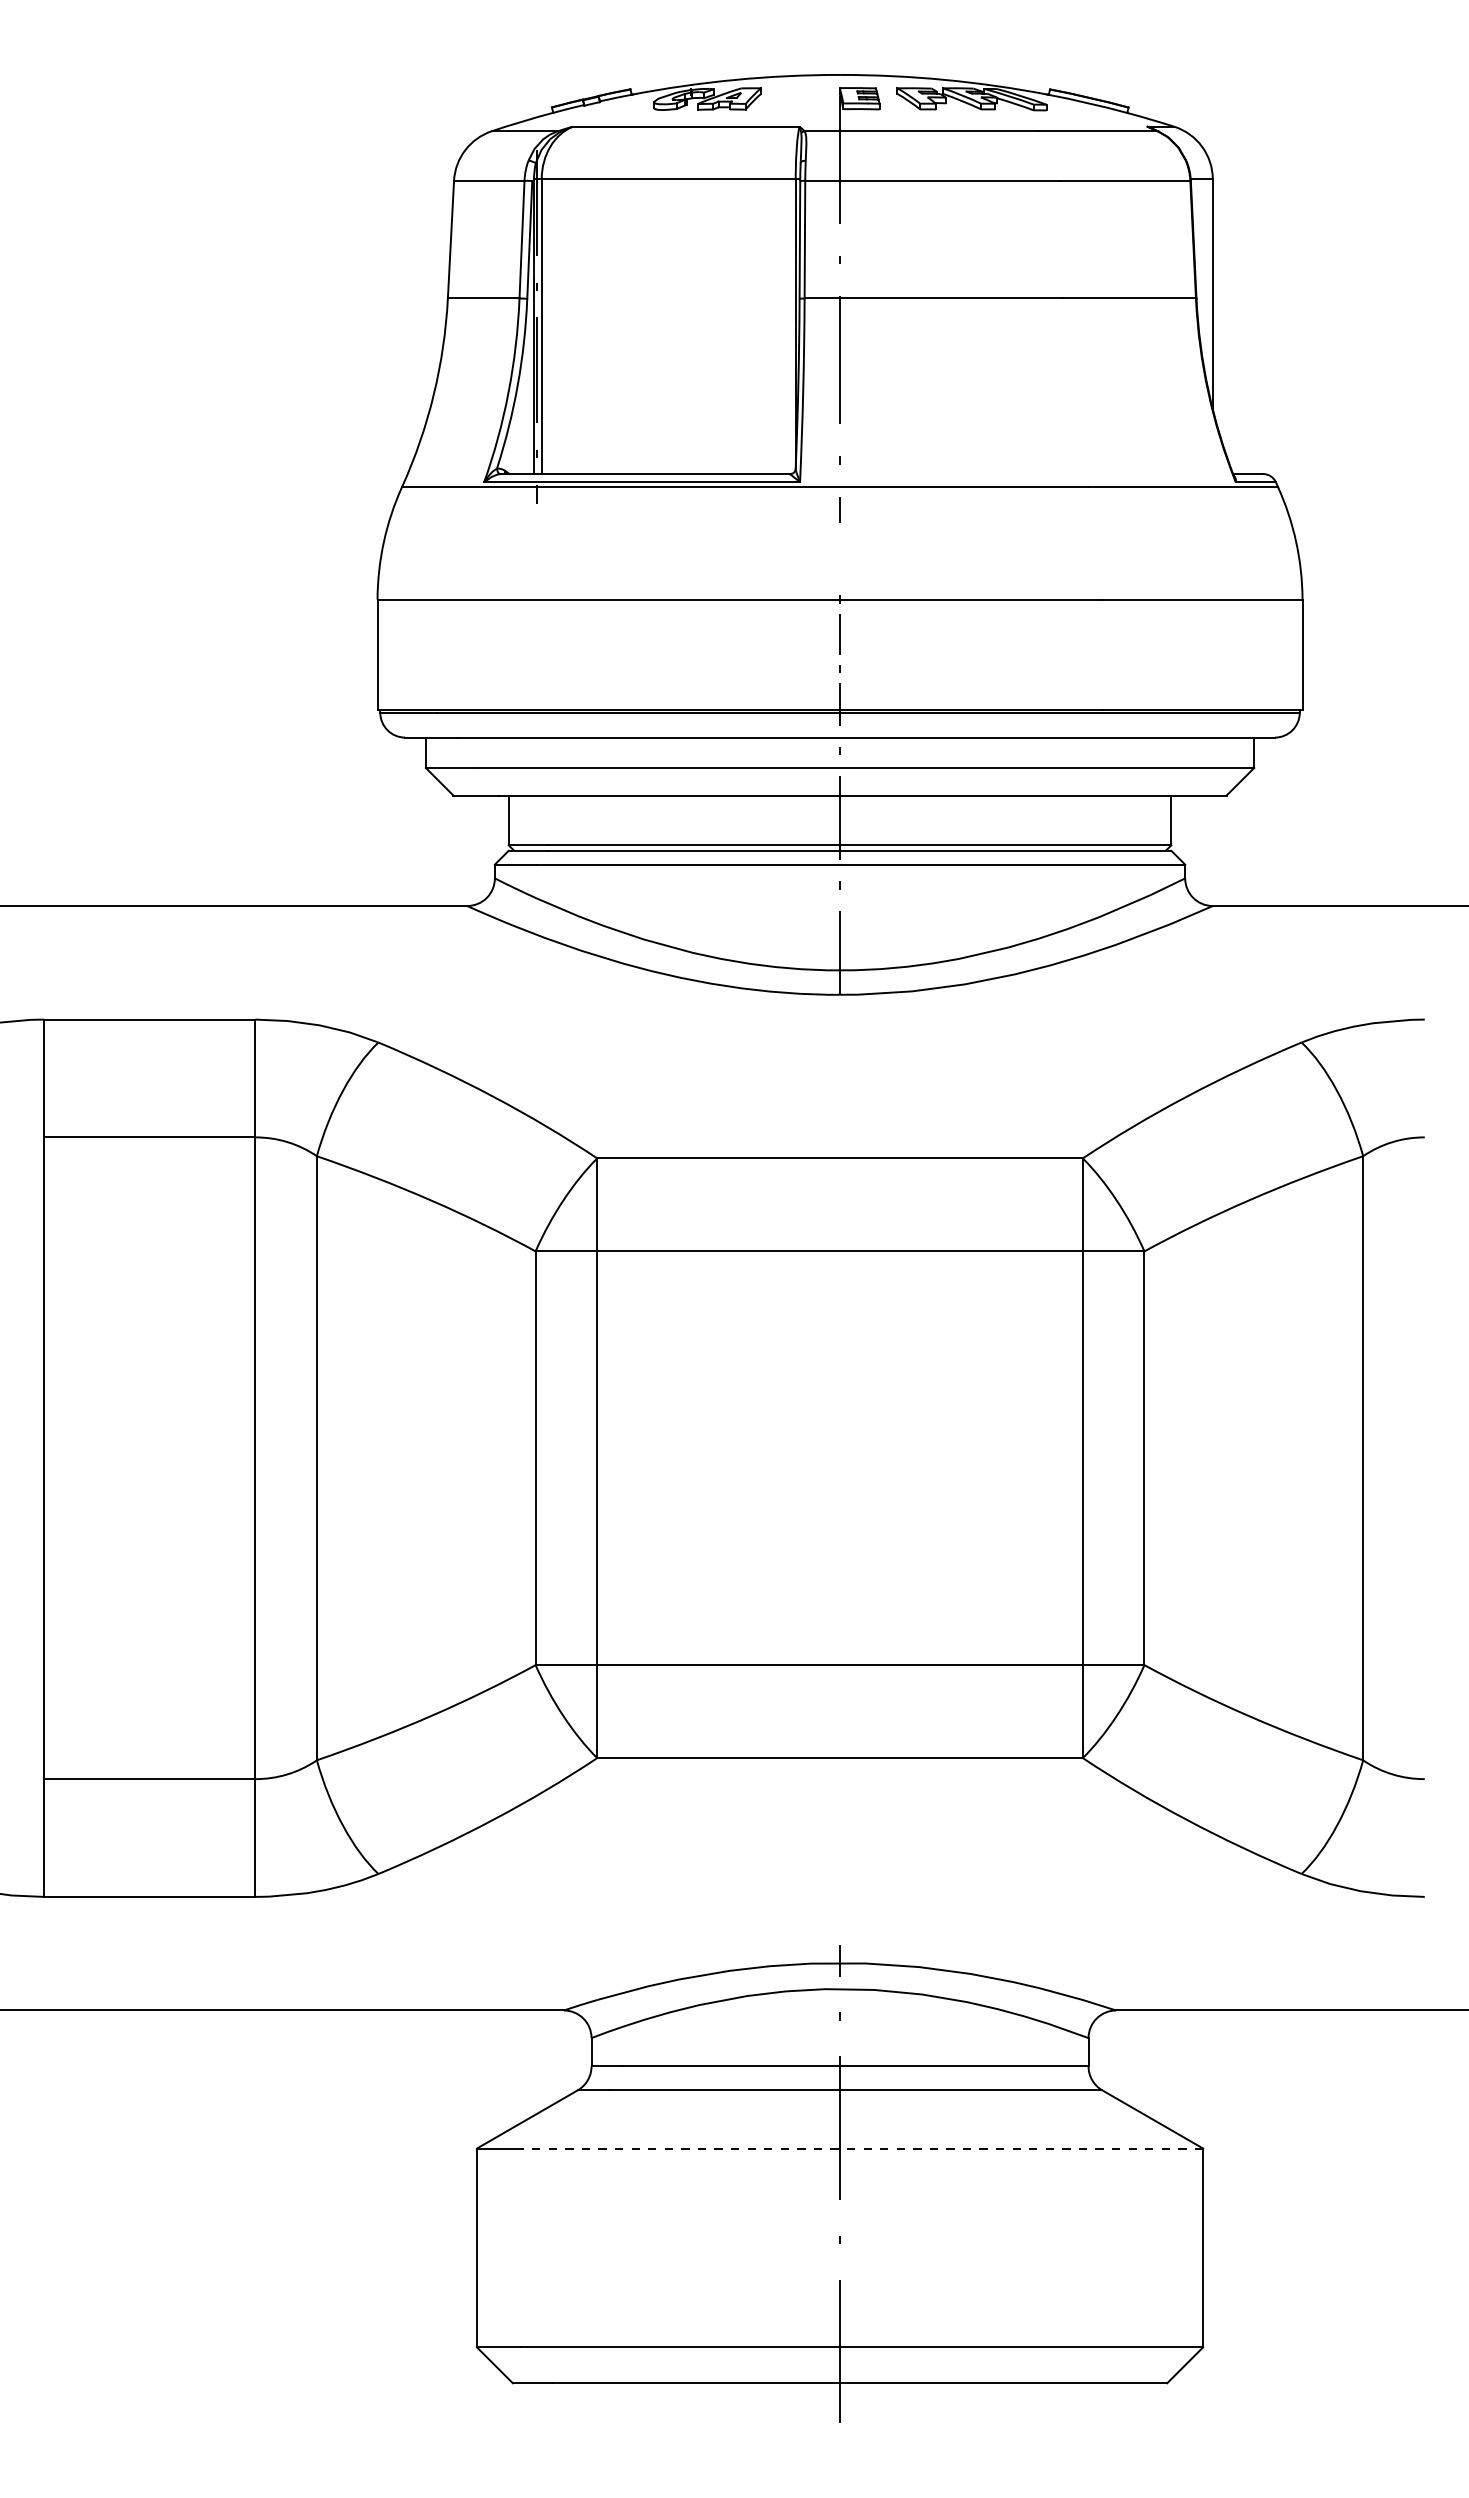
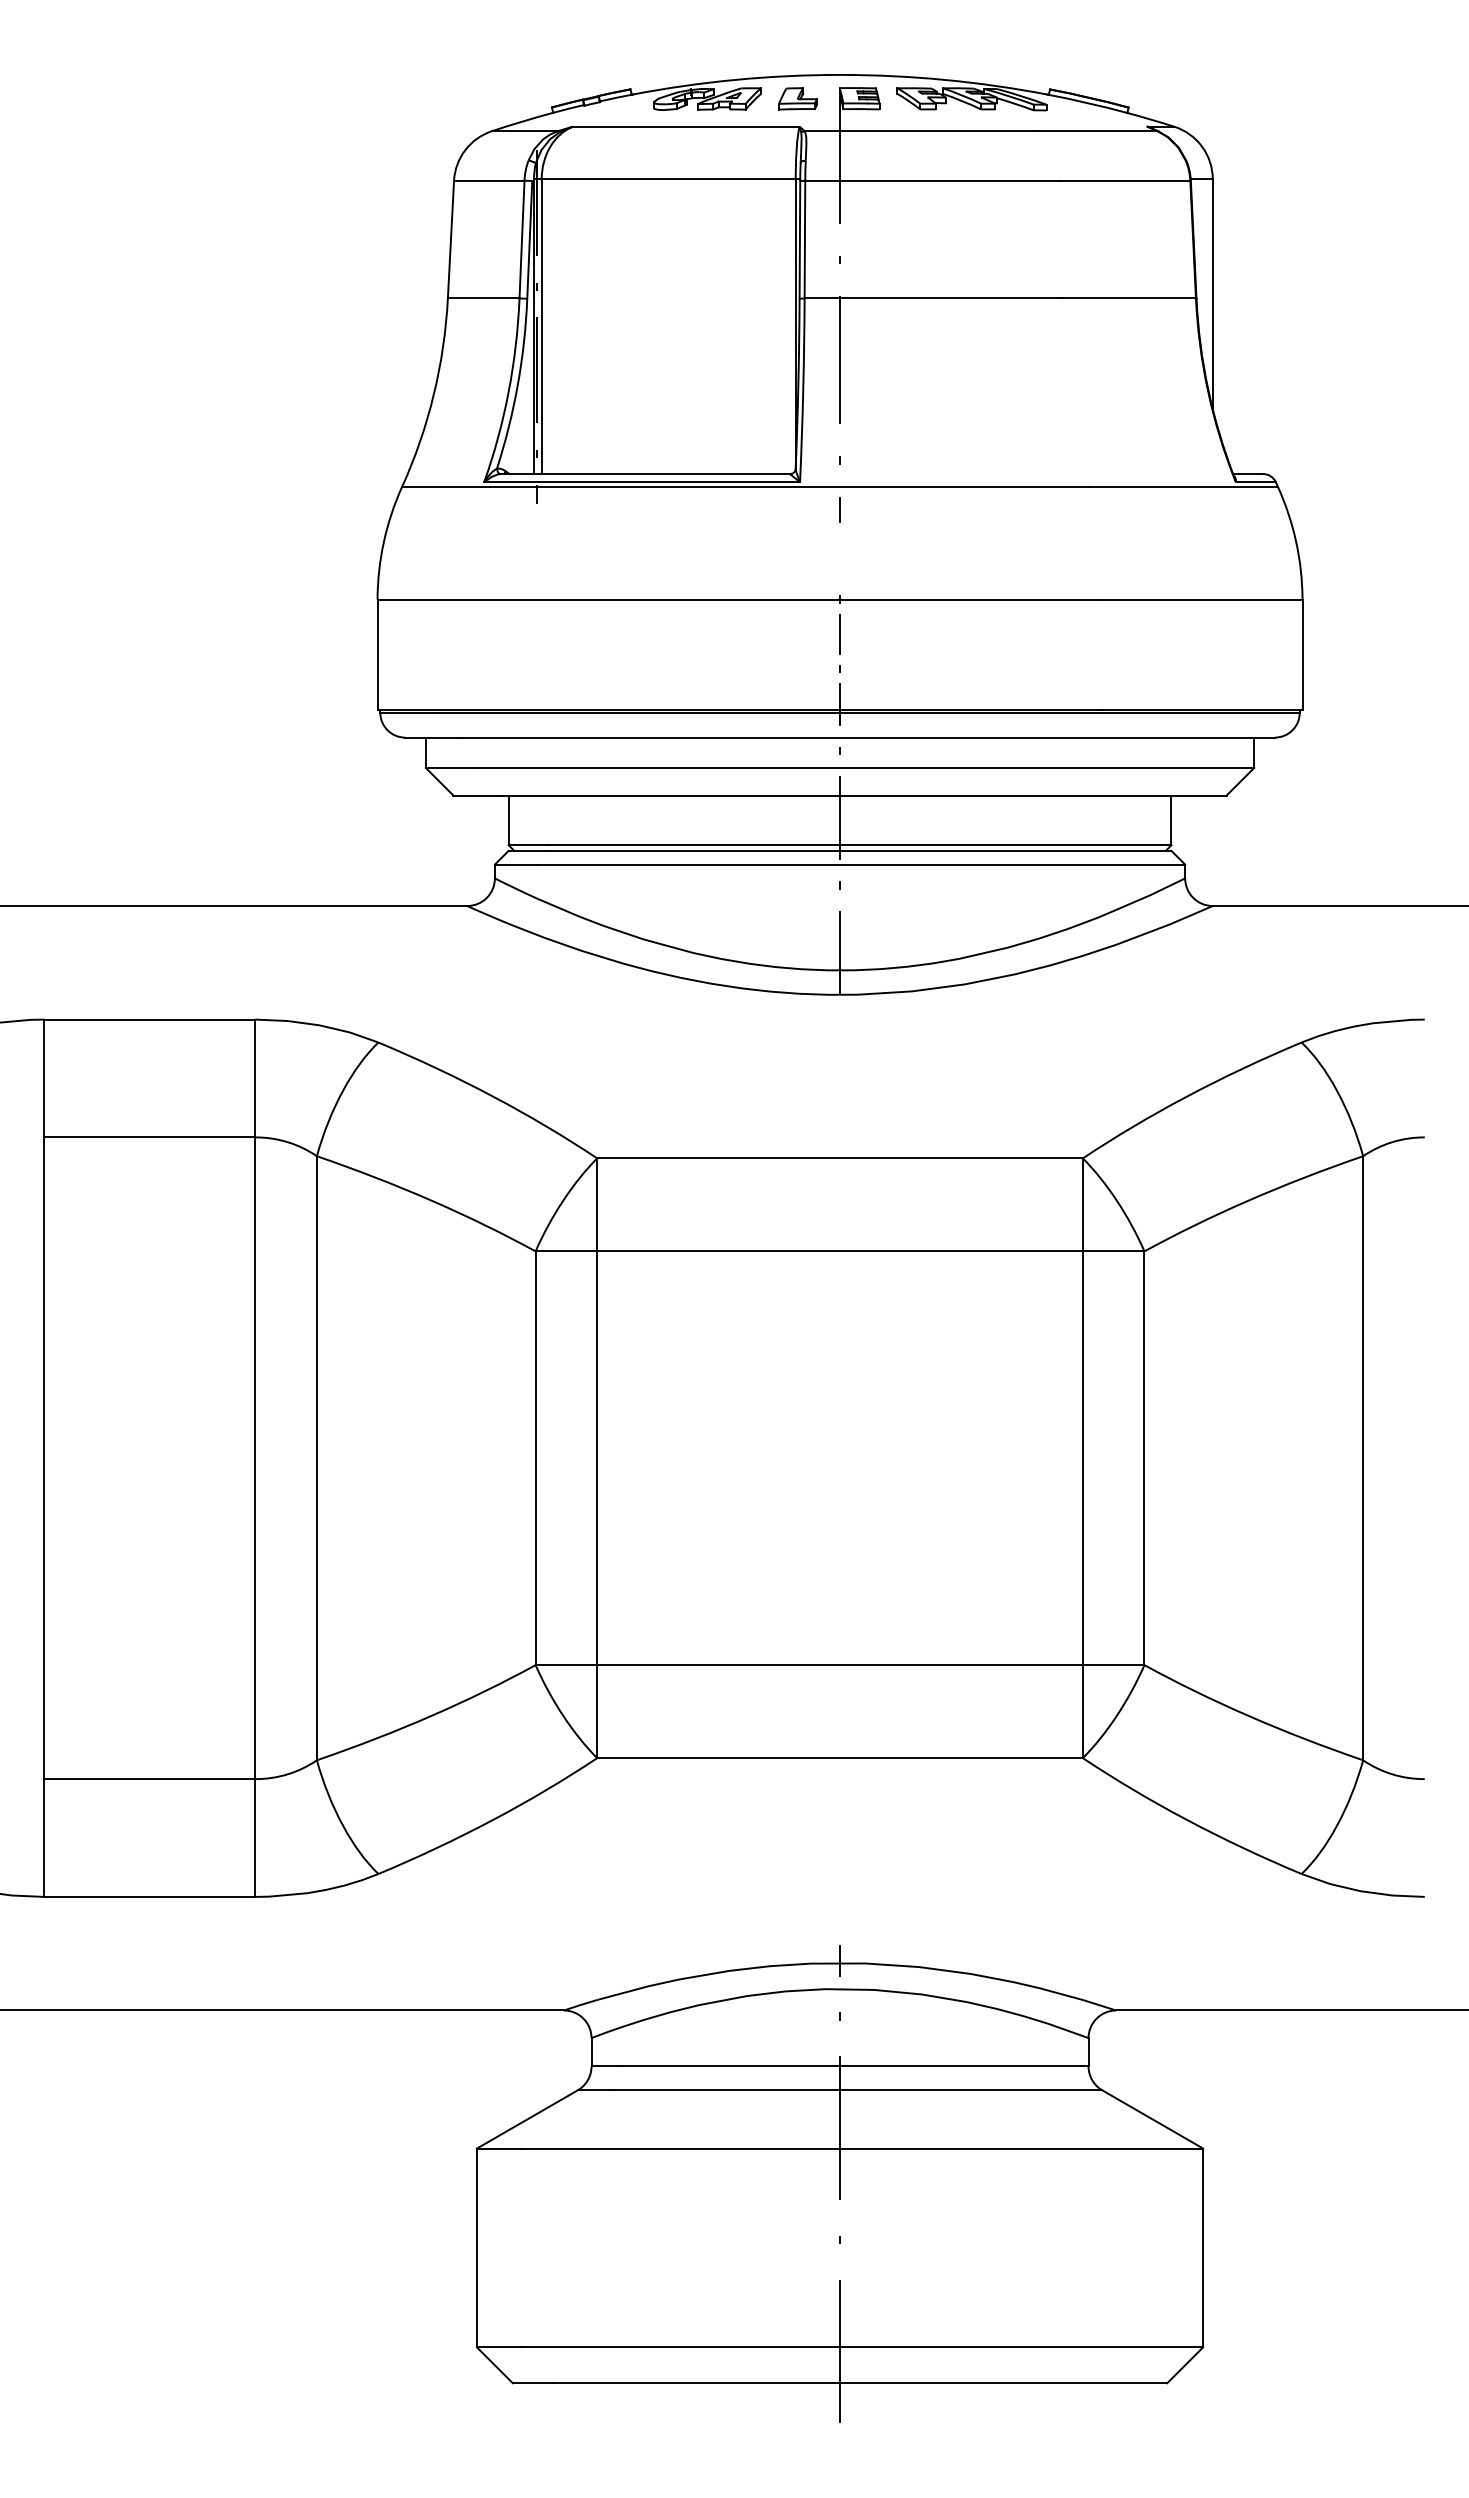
part at (797, 98): none -> present
line at (862, 2148): dashed -> solid
